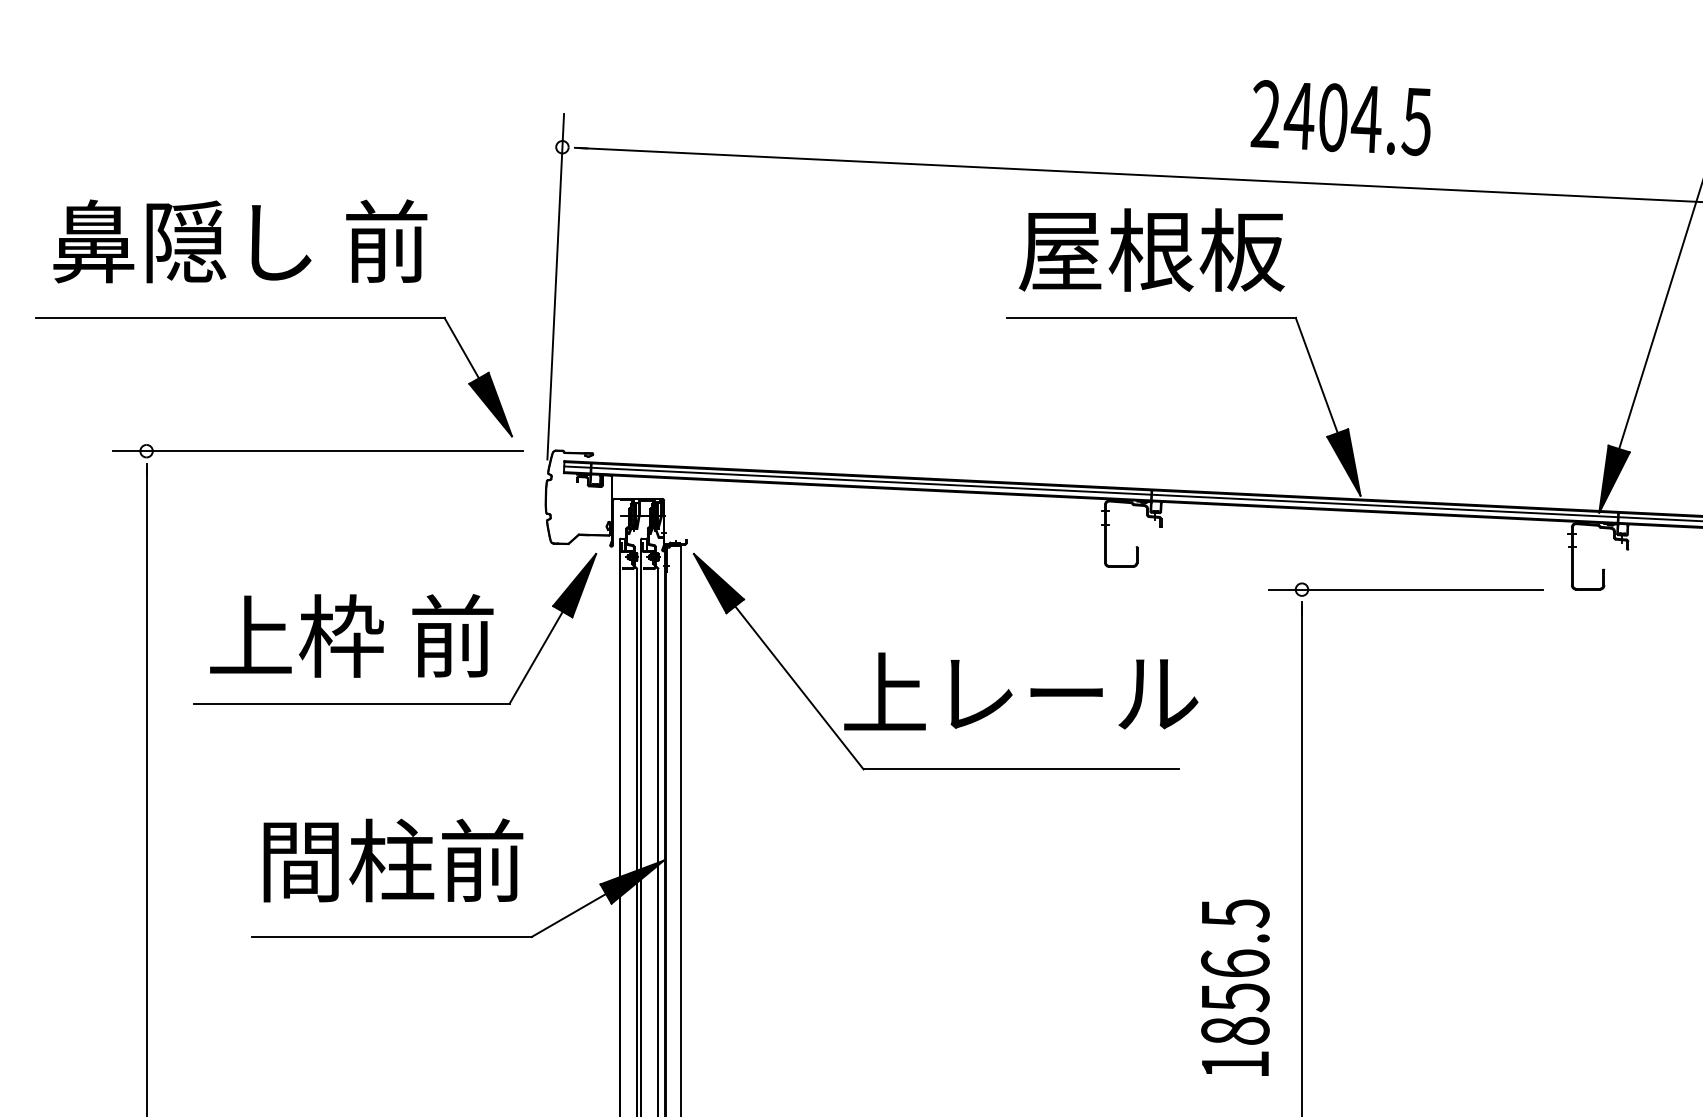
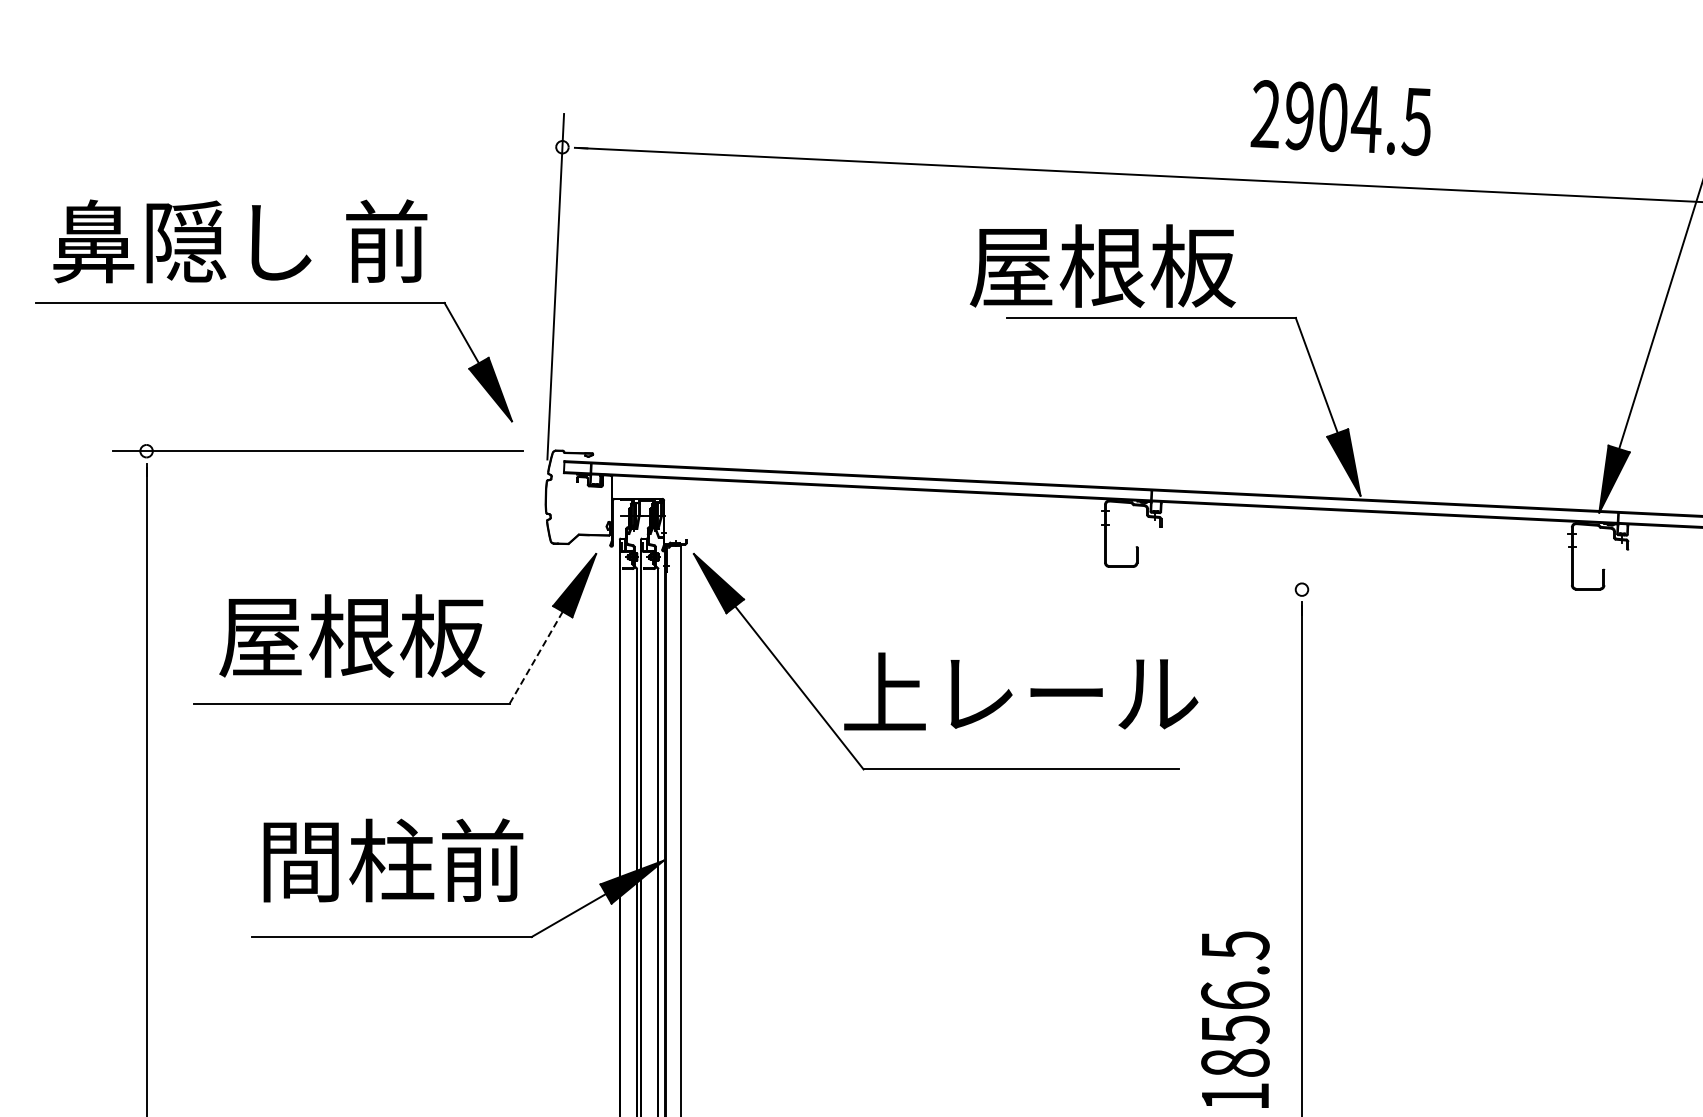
text at (1298, 115): 2404.5 -> 2904.5
text at (1151, 249) position: (1151, 249) -> (1102, 265)
part at (274, 318) position: (274, 318) -> (274, 303)
line at (1131, 493): present -> none
line at (1405, 589): present -> none
text at (351, 635): 上枠 前 -> 屋根板
line at (535, 658): solid -> dashed
text at (1235, 987) position: (1235, 987) -> (1235, 1019)
